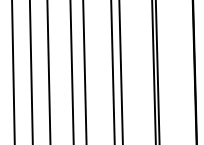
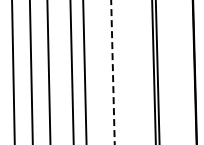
line at (120, 71): present -> none
line at (112, 72): solid -> dashed
